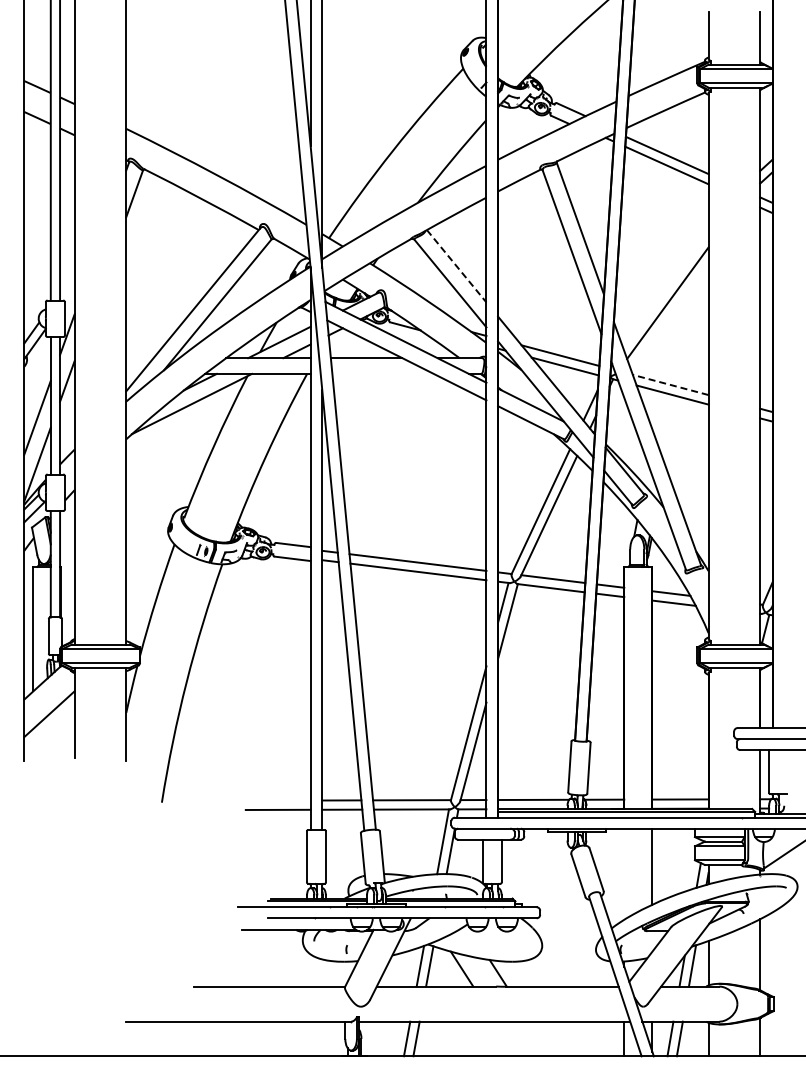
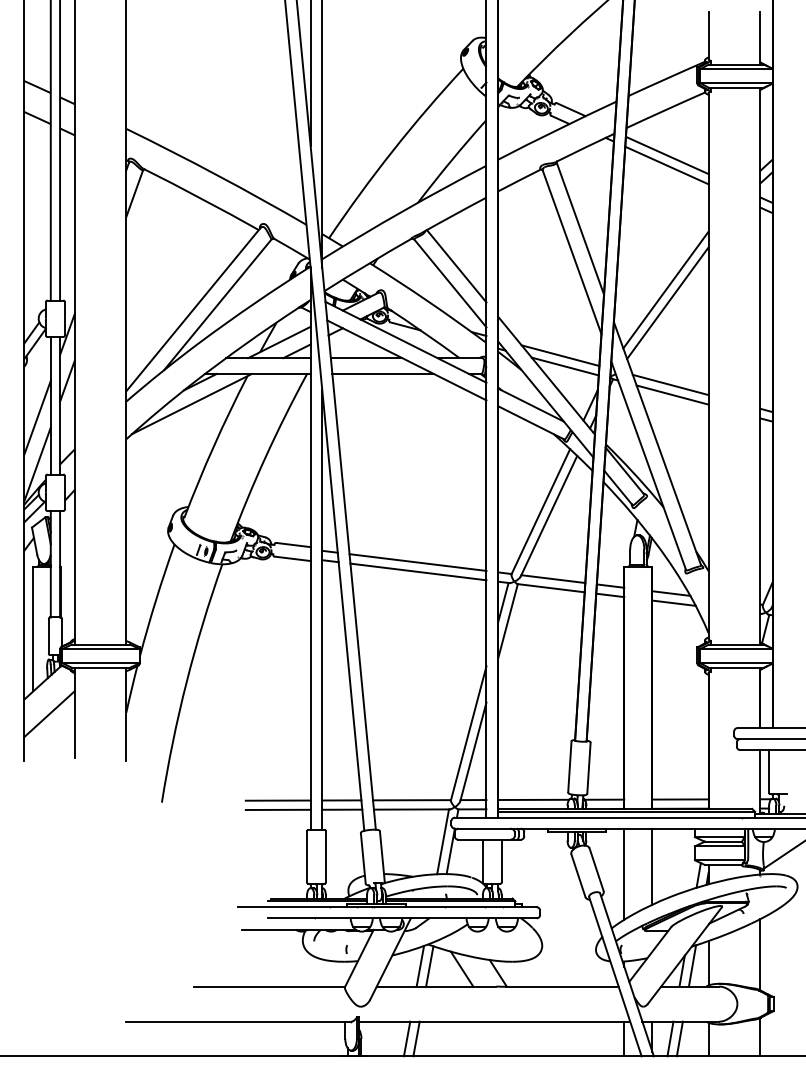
line at (456, 266): dashed -> solid
line at (665, 289): none -> present
line at (382, 373): none -> present
line at (670, 384): dashed -> solid
line at (277, 800): none -> present
line at (624, 873): none -> present
